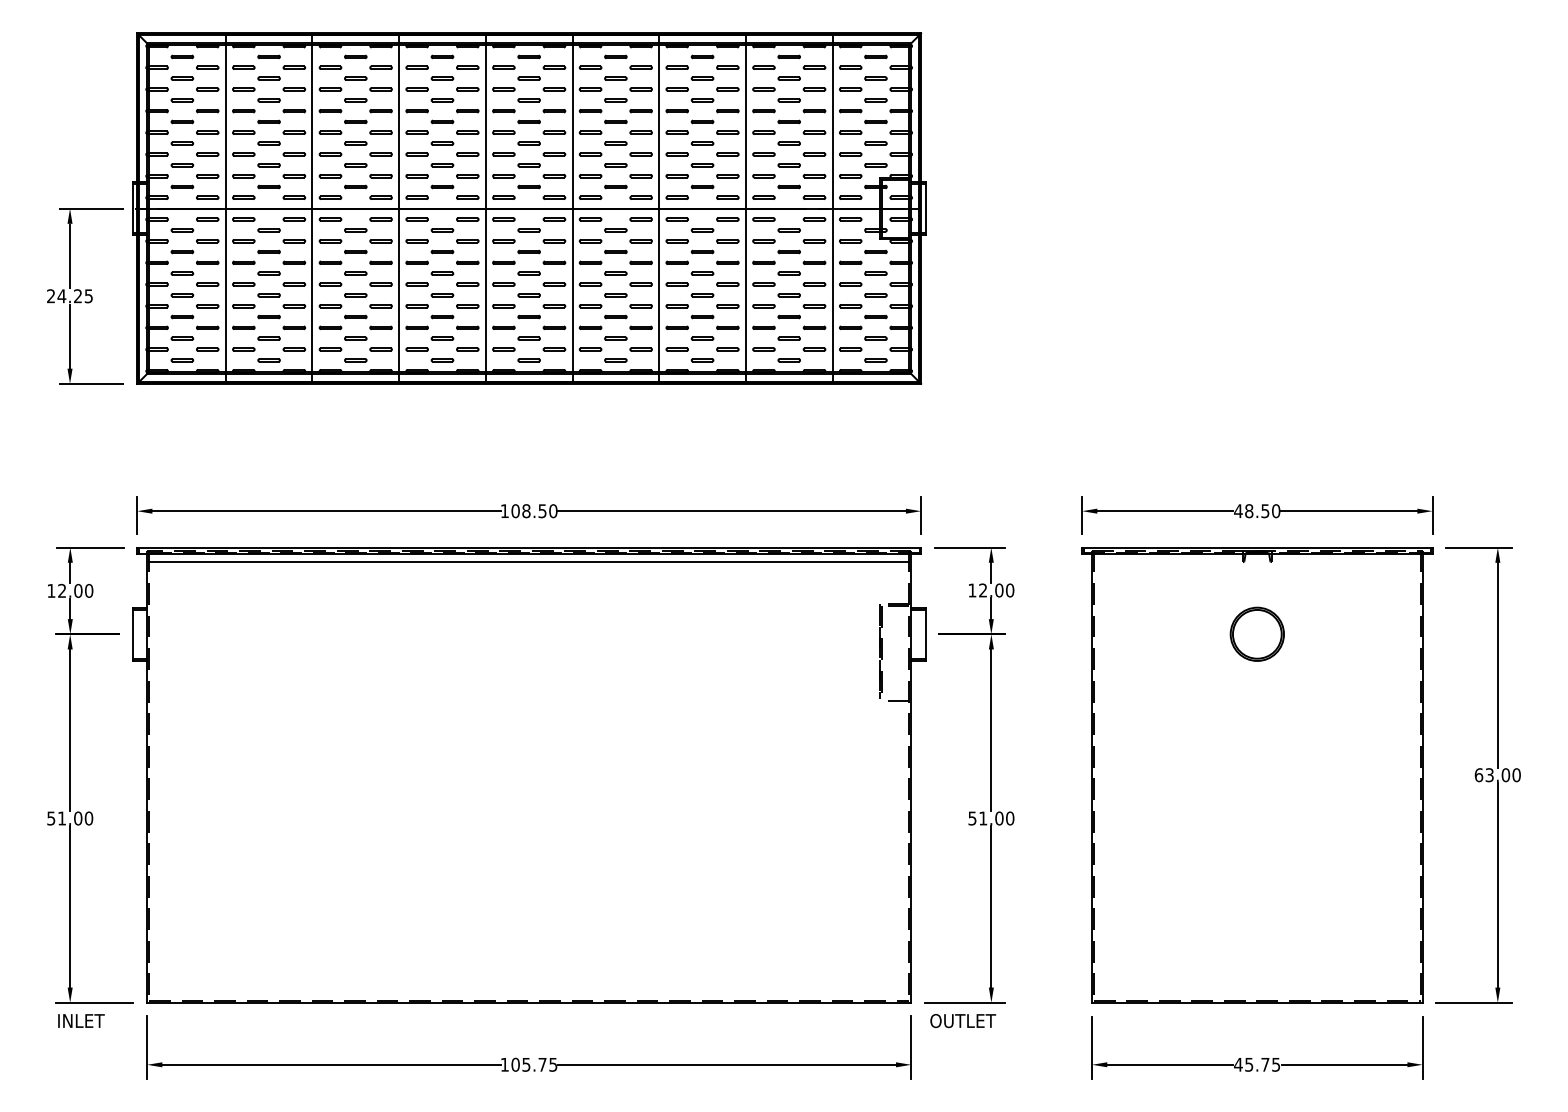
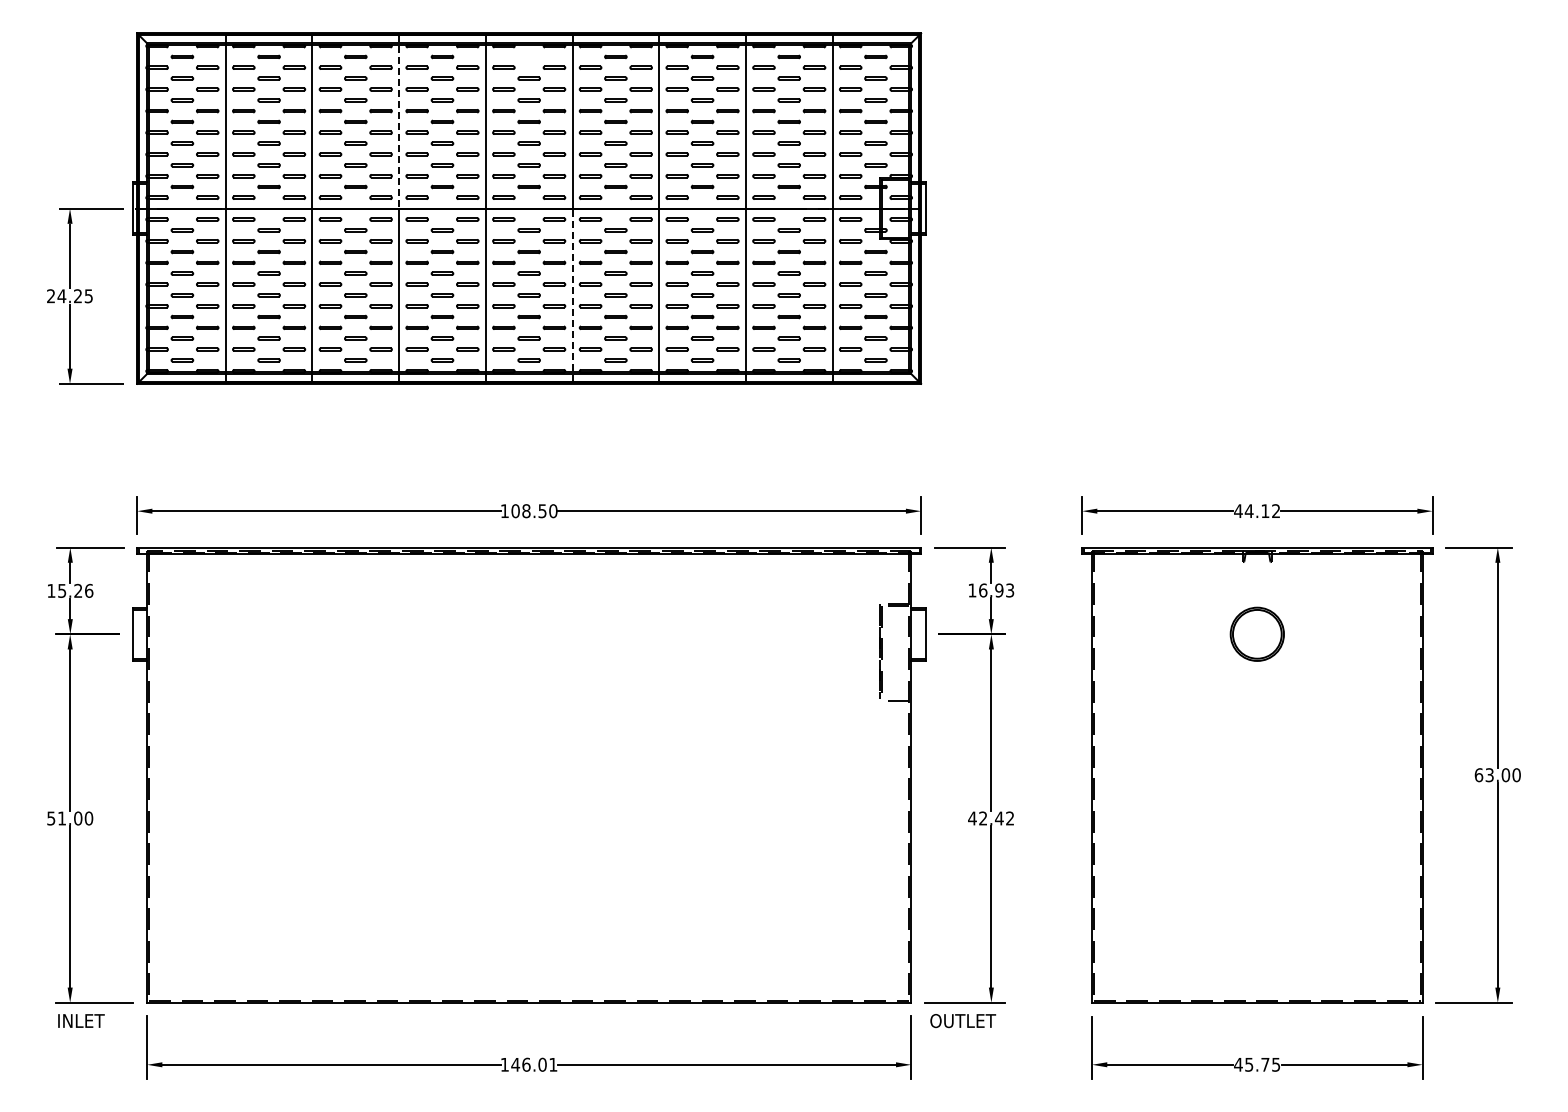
part at (528, 56): present -> none
line at (399, 121): solid -> dashed
line at (572, 295): solid -> dashed
text at (1262, 511): 48.50 -> 44.12
line at (528, 562): present -> none
text at (75, 590): 12.00 -> 15.26
text at (996, 590): 12.00 -> 16.93
text at (991, 818): 51.00 -> 42.42
text at (534, 1064): 105.75 -> 146.01
